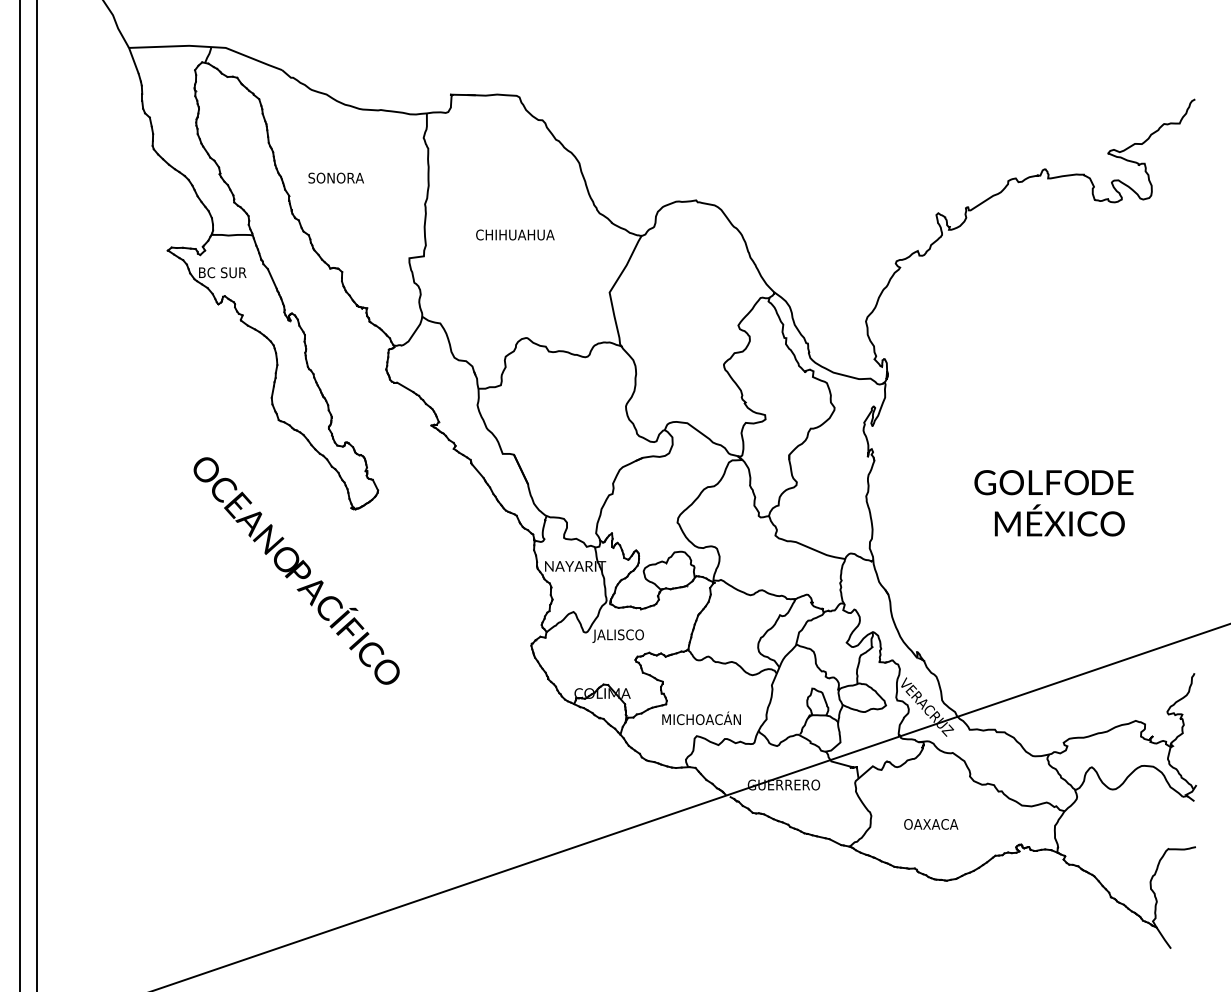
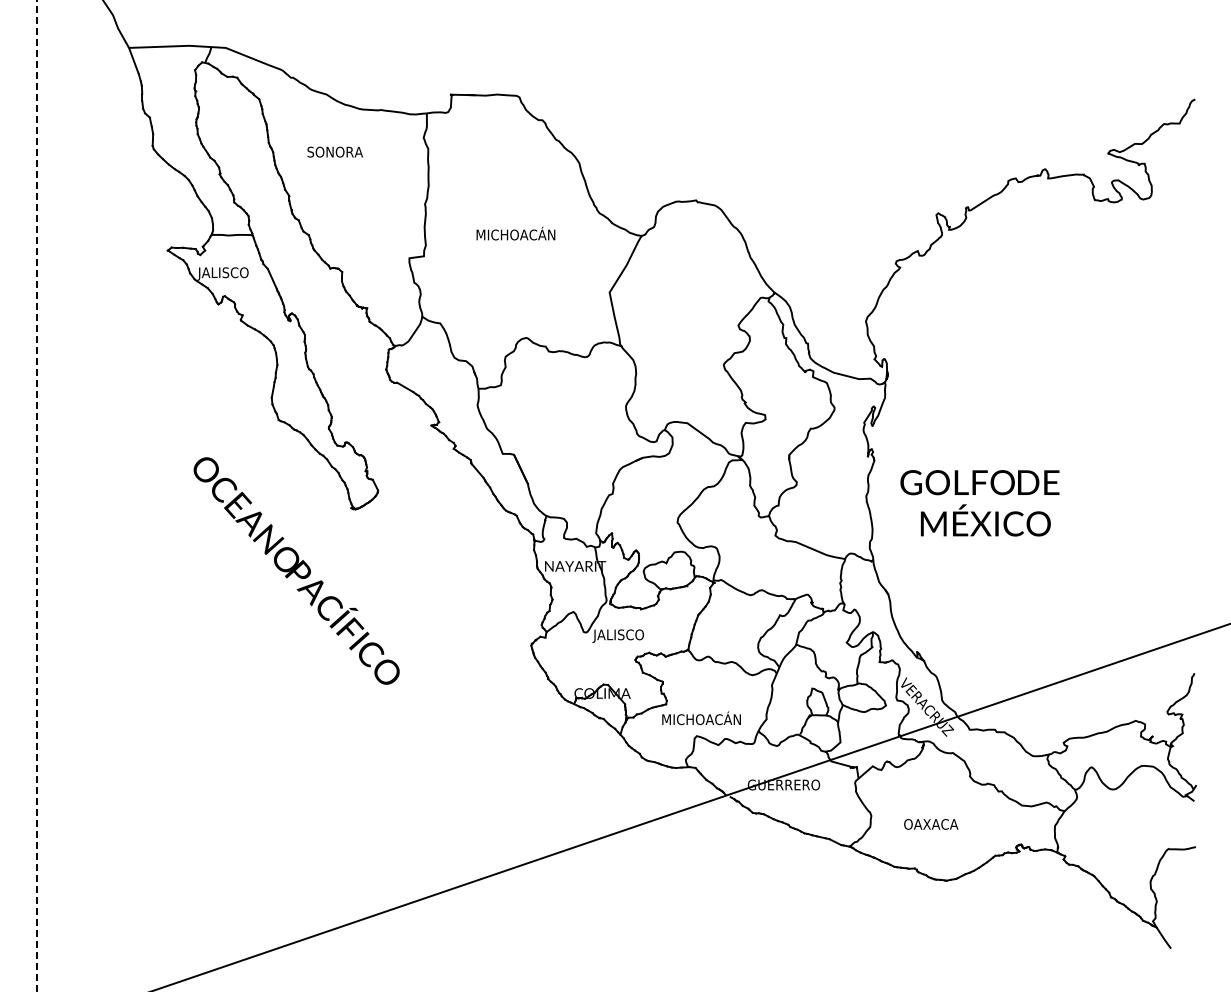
text at (335, 177) position: (335, 177) -> (334, 151)
text at (515, 233): CHIHUAHUA -> MICHOACÁN
text at (222, 273): BC SUR -> JALISCO
line at (20, 495): present -> none
line at (36, 495): solid -> dashed
text at (1053, 503) position: (1053, 503) -> (979, 503)
